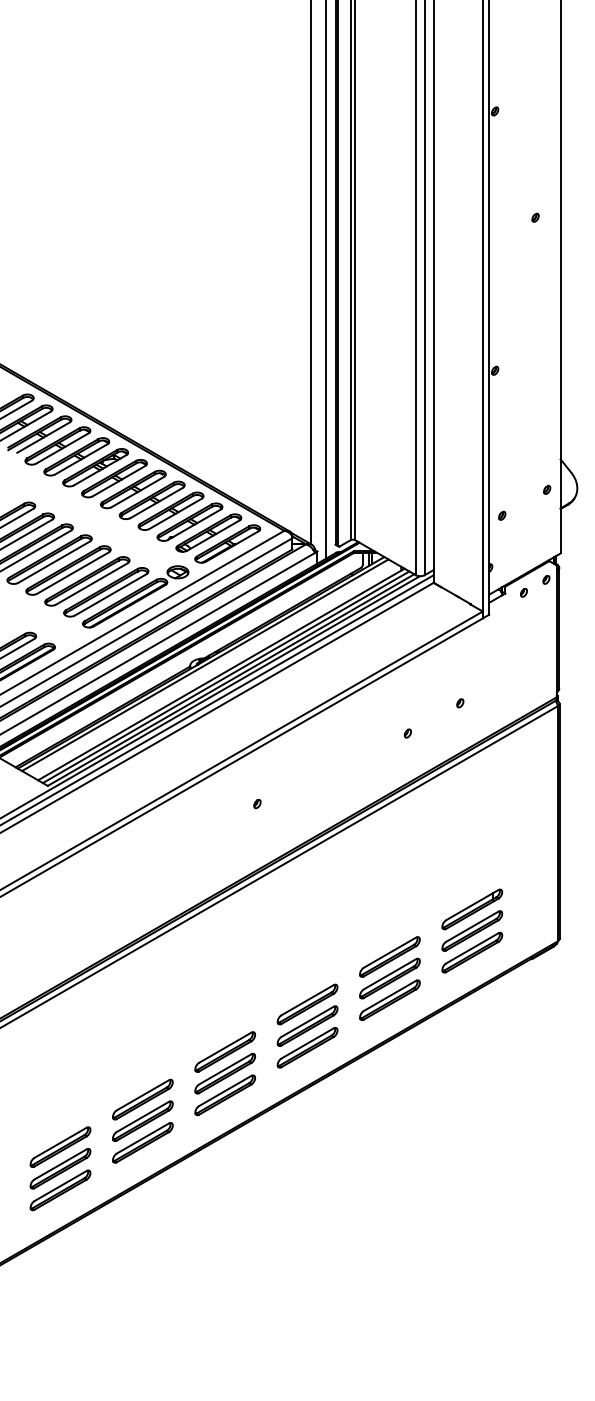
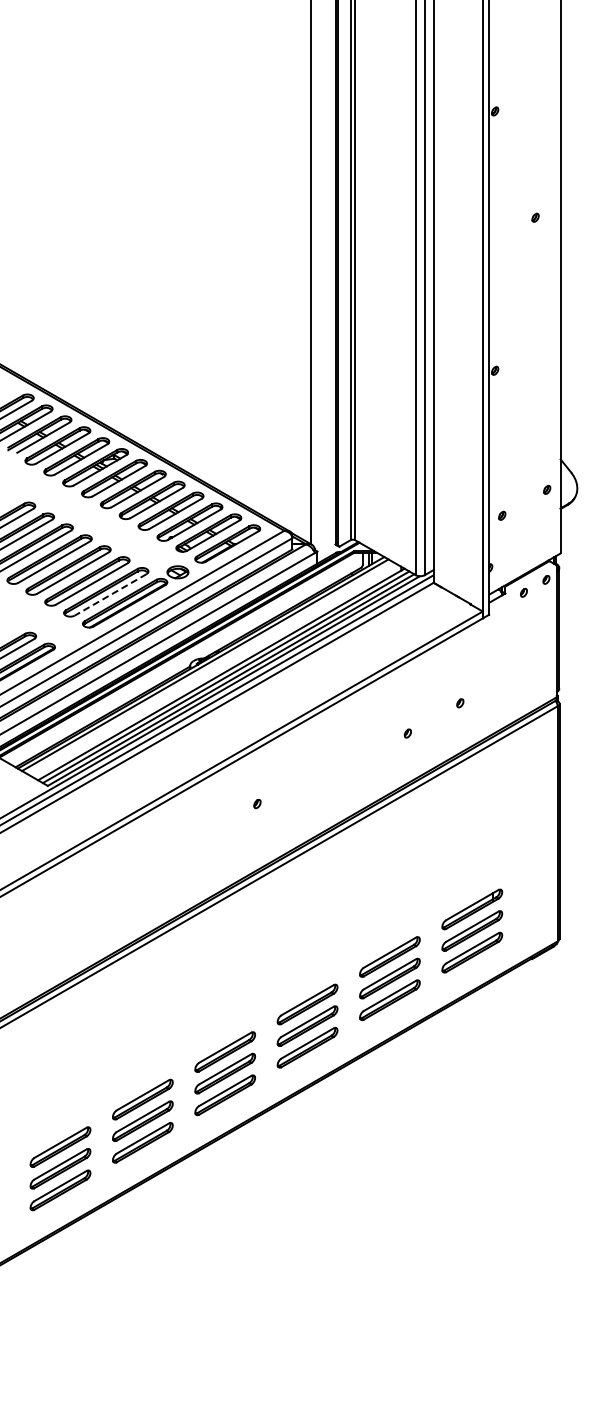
line at (325, 280): present -> none
line at (110, 595): solid -> dashed
